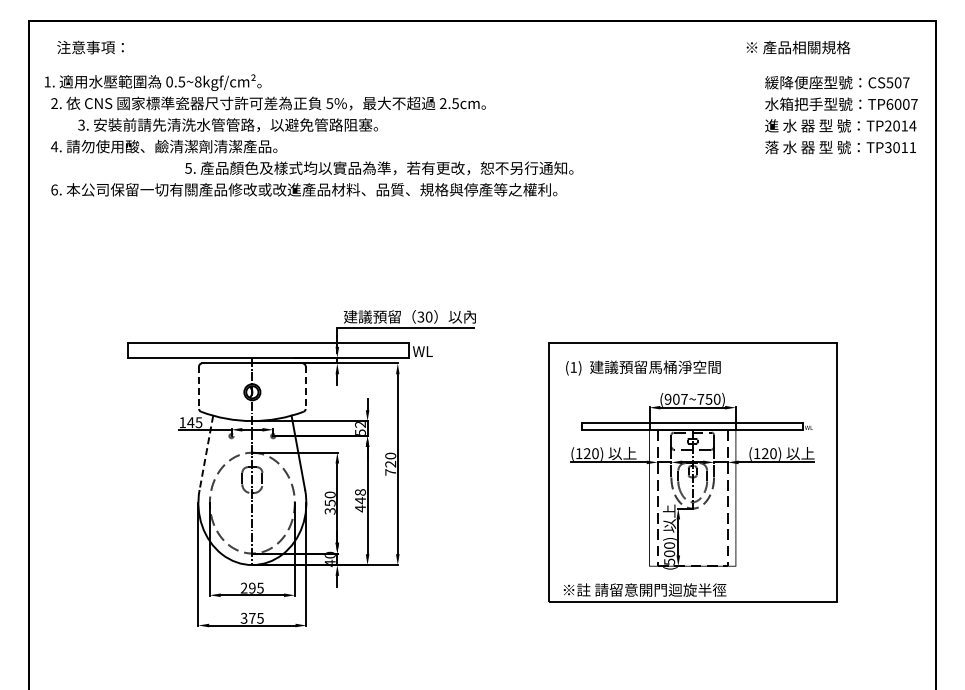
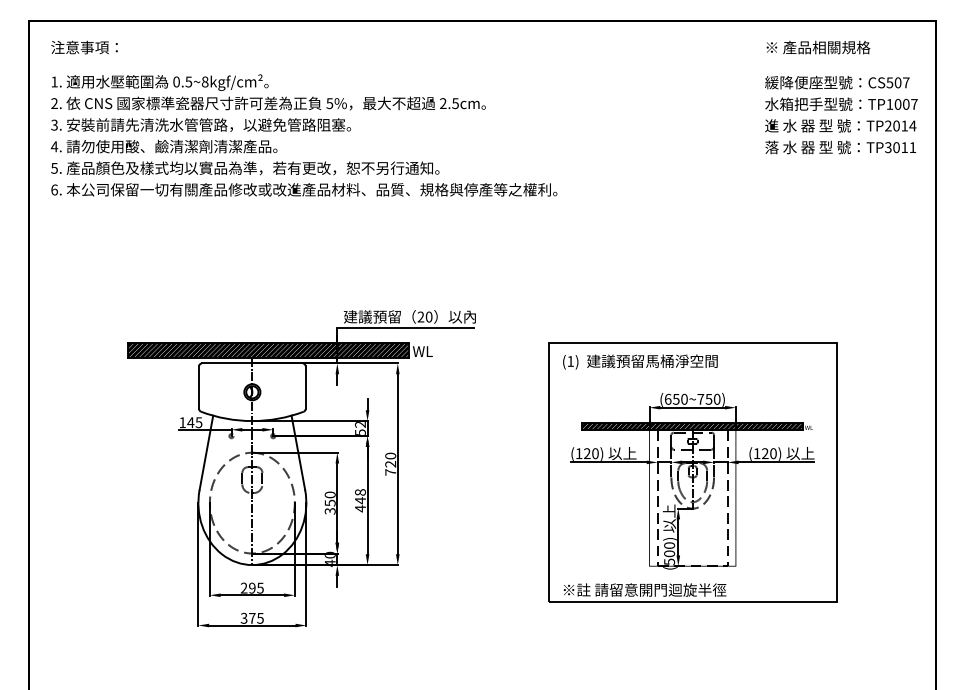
text at (90, 47) position: (90, 47) -> (84, 47)
text at (798, 47) position: (798, 47) -> (818, 47)
text at (153, 82) position: (153, 82) -> (160, 82)
text at (889, 103): TP6007 -> TP1007
text at (227, 124) position: (227, 124) -> (200, 124)
text at (379, 168) position: (379, 168) -> (245, 168)
text at (420, 317): 30 -> 20
hatch at (268, 349): none -> present
text at (643, 367) position: (643, 367) -> (640, 361)
line at (199, 388): dashed -> solid
line at (305, 388): dashed -> solid
text at (675, 398): (907~750) -> (650~750)
hatch at (692, 426): none -> present
line at (206, 452): dashed -> solid
